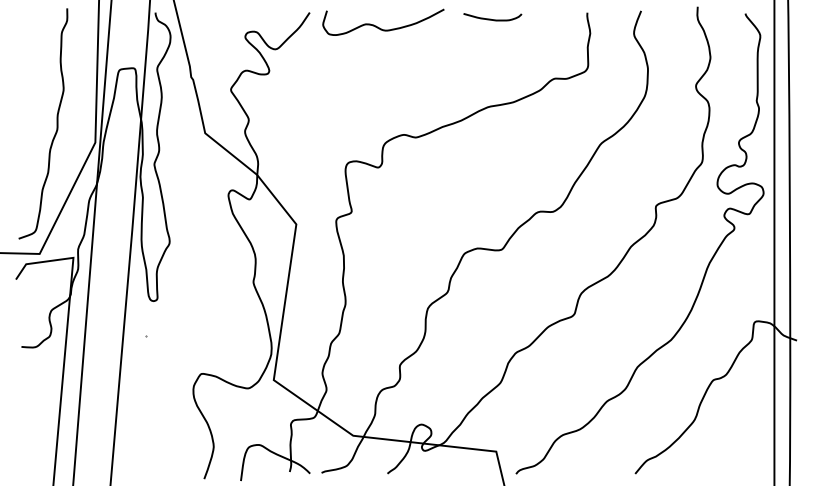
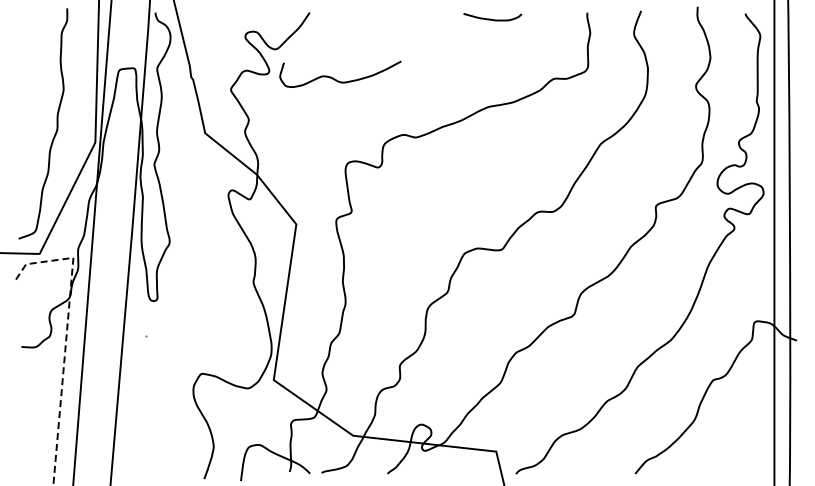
curve at (379, 27) position: (379, 27) -> (336, 79)
line at (66, 337): solid -> dashed
